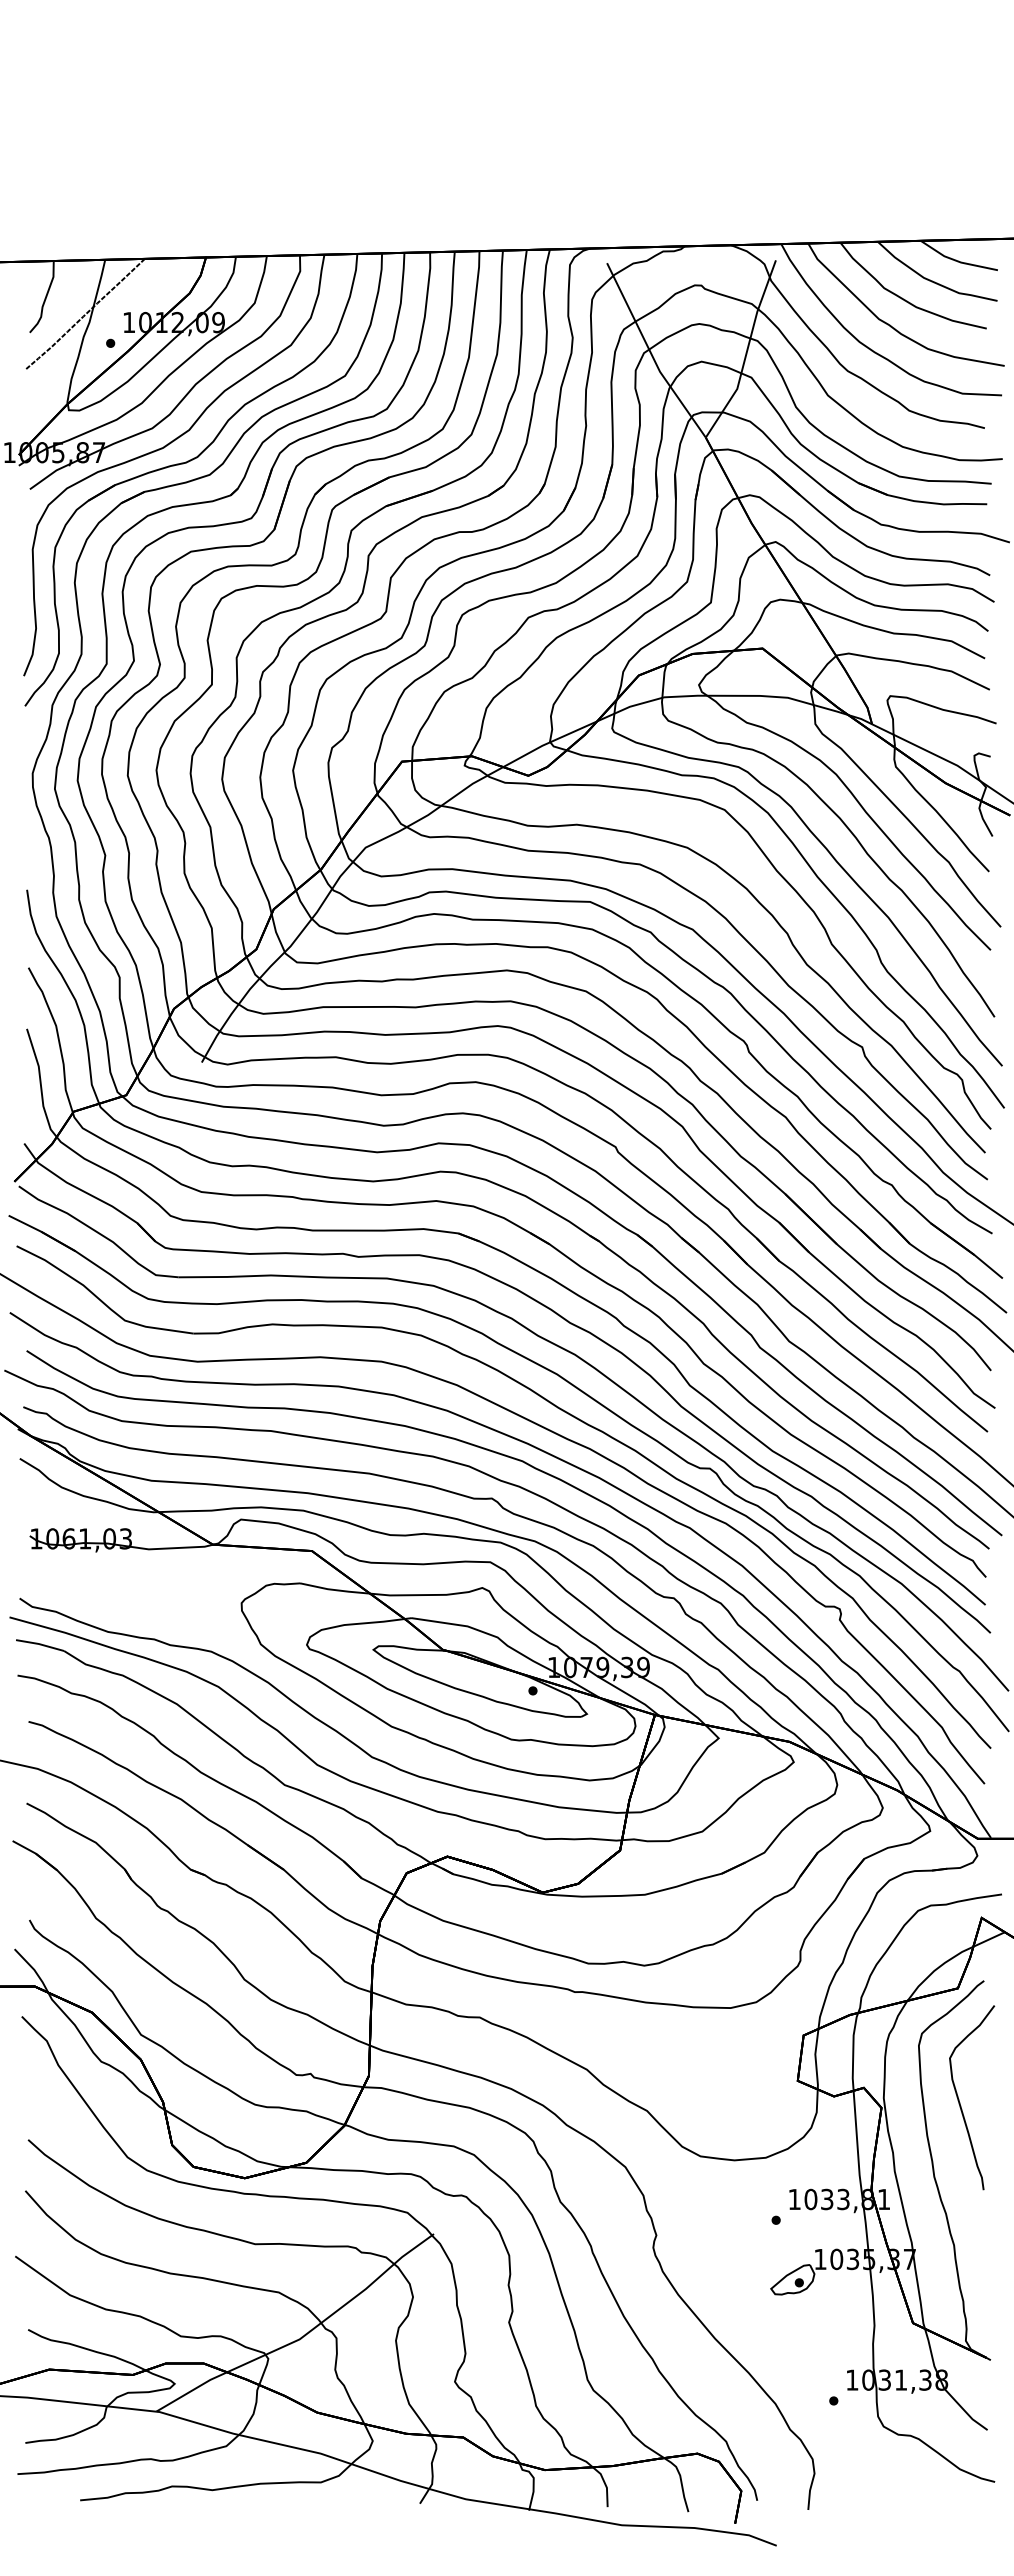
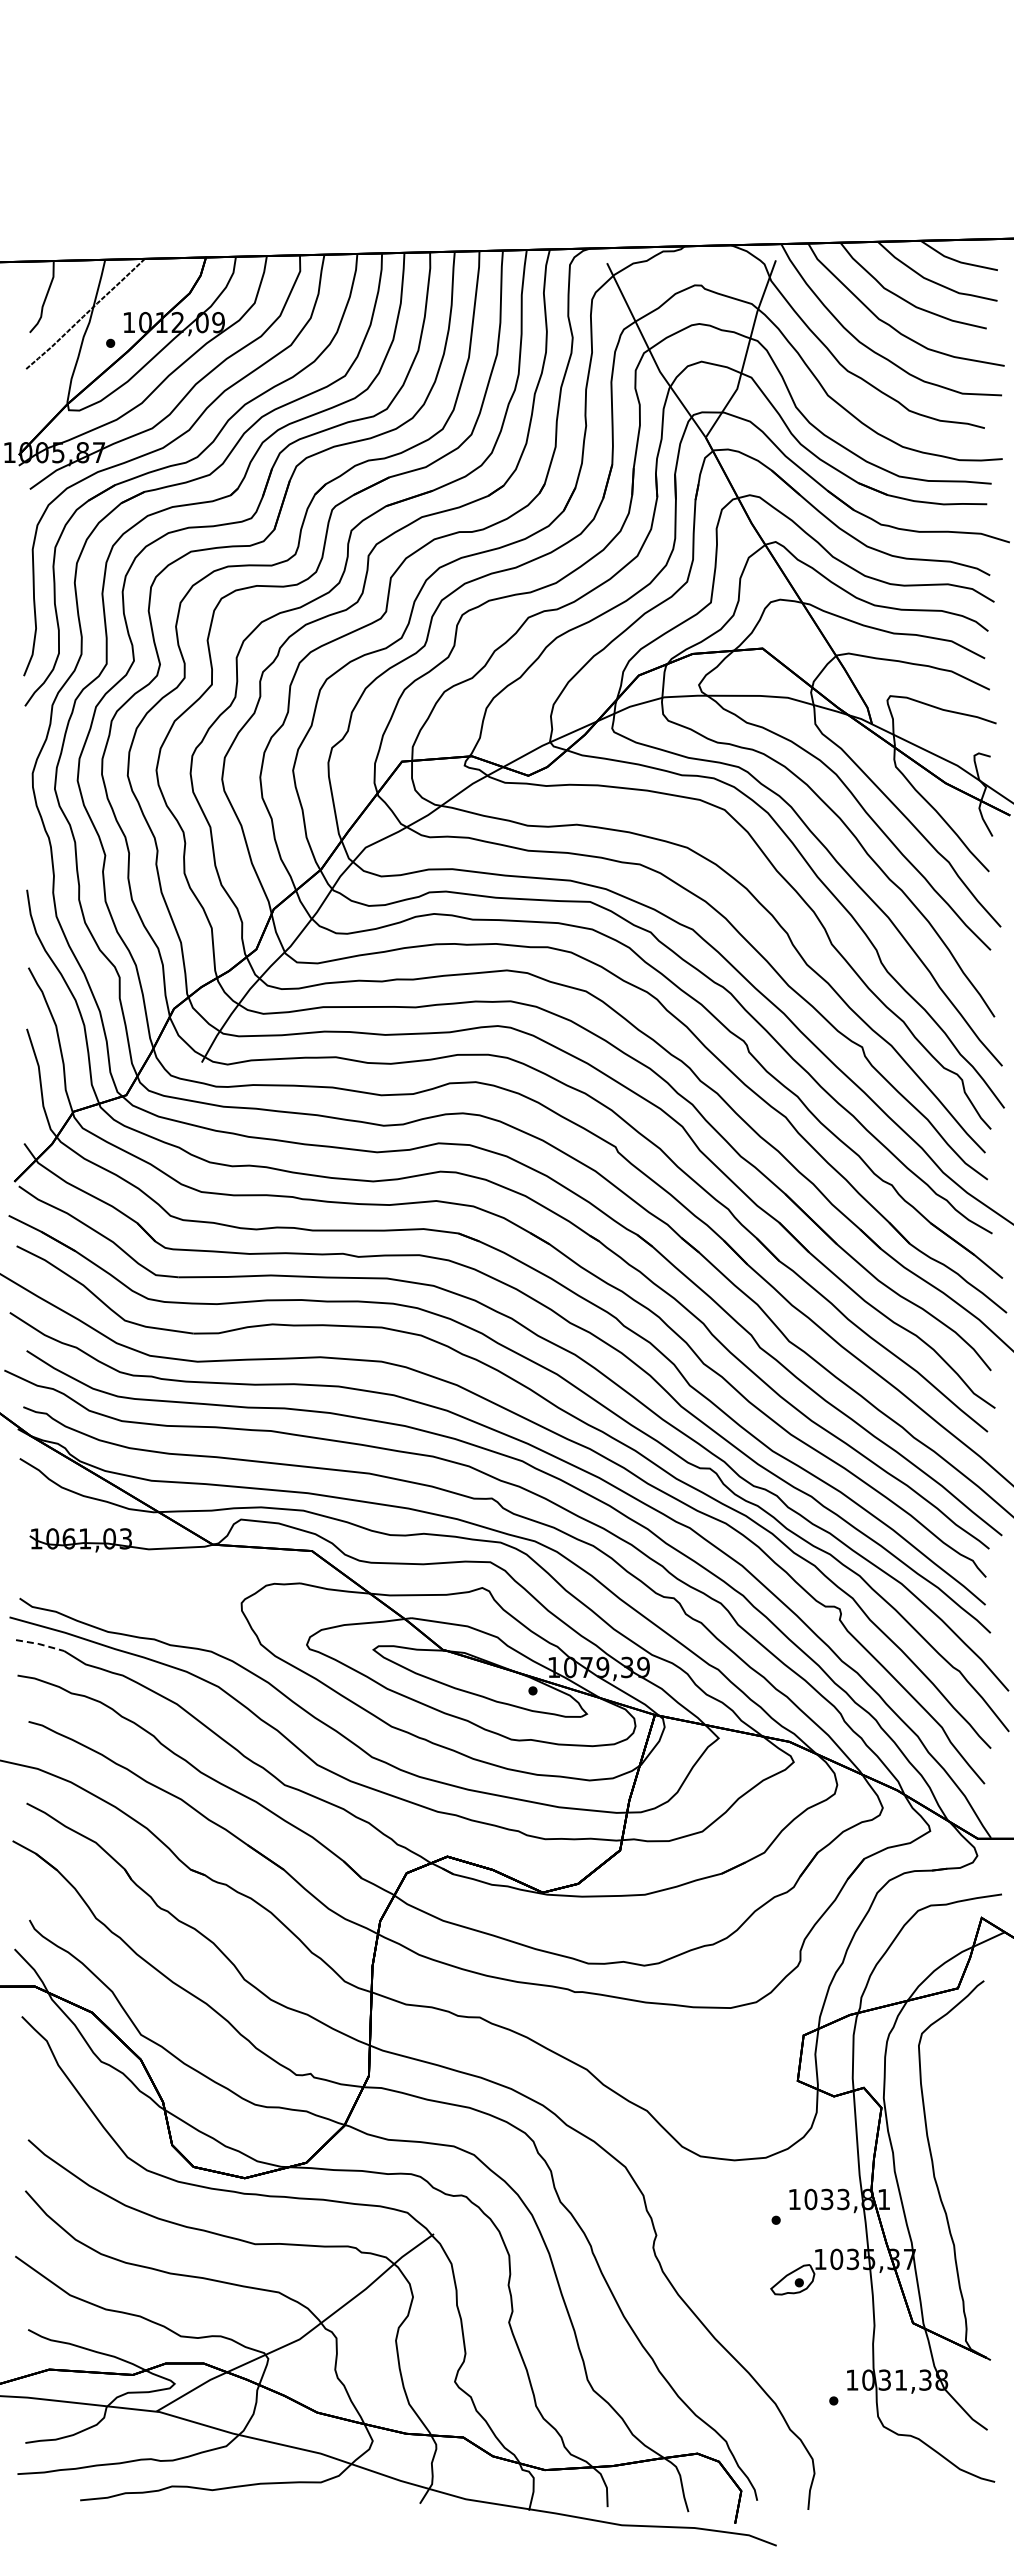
line at (39, 1644): solid -> dashed
curve at (960, 2102): present -> none
